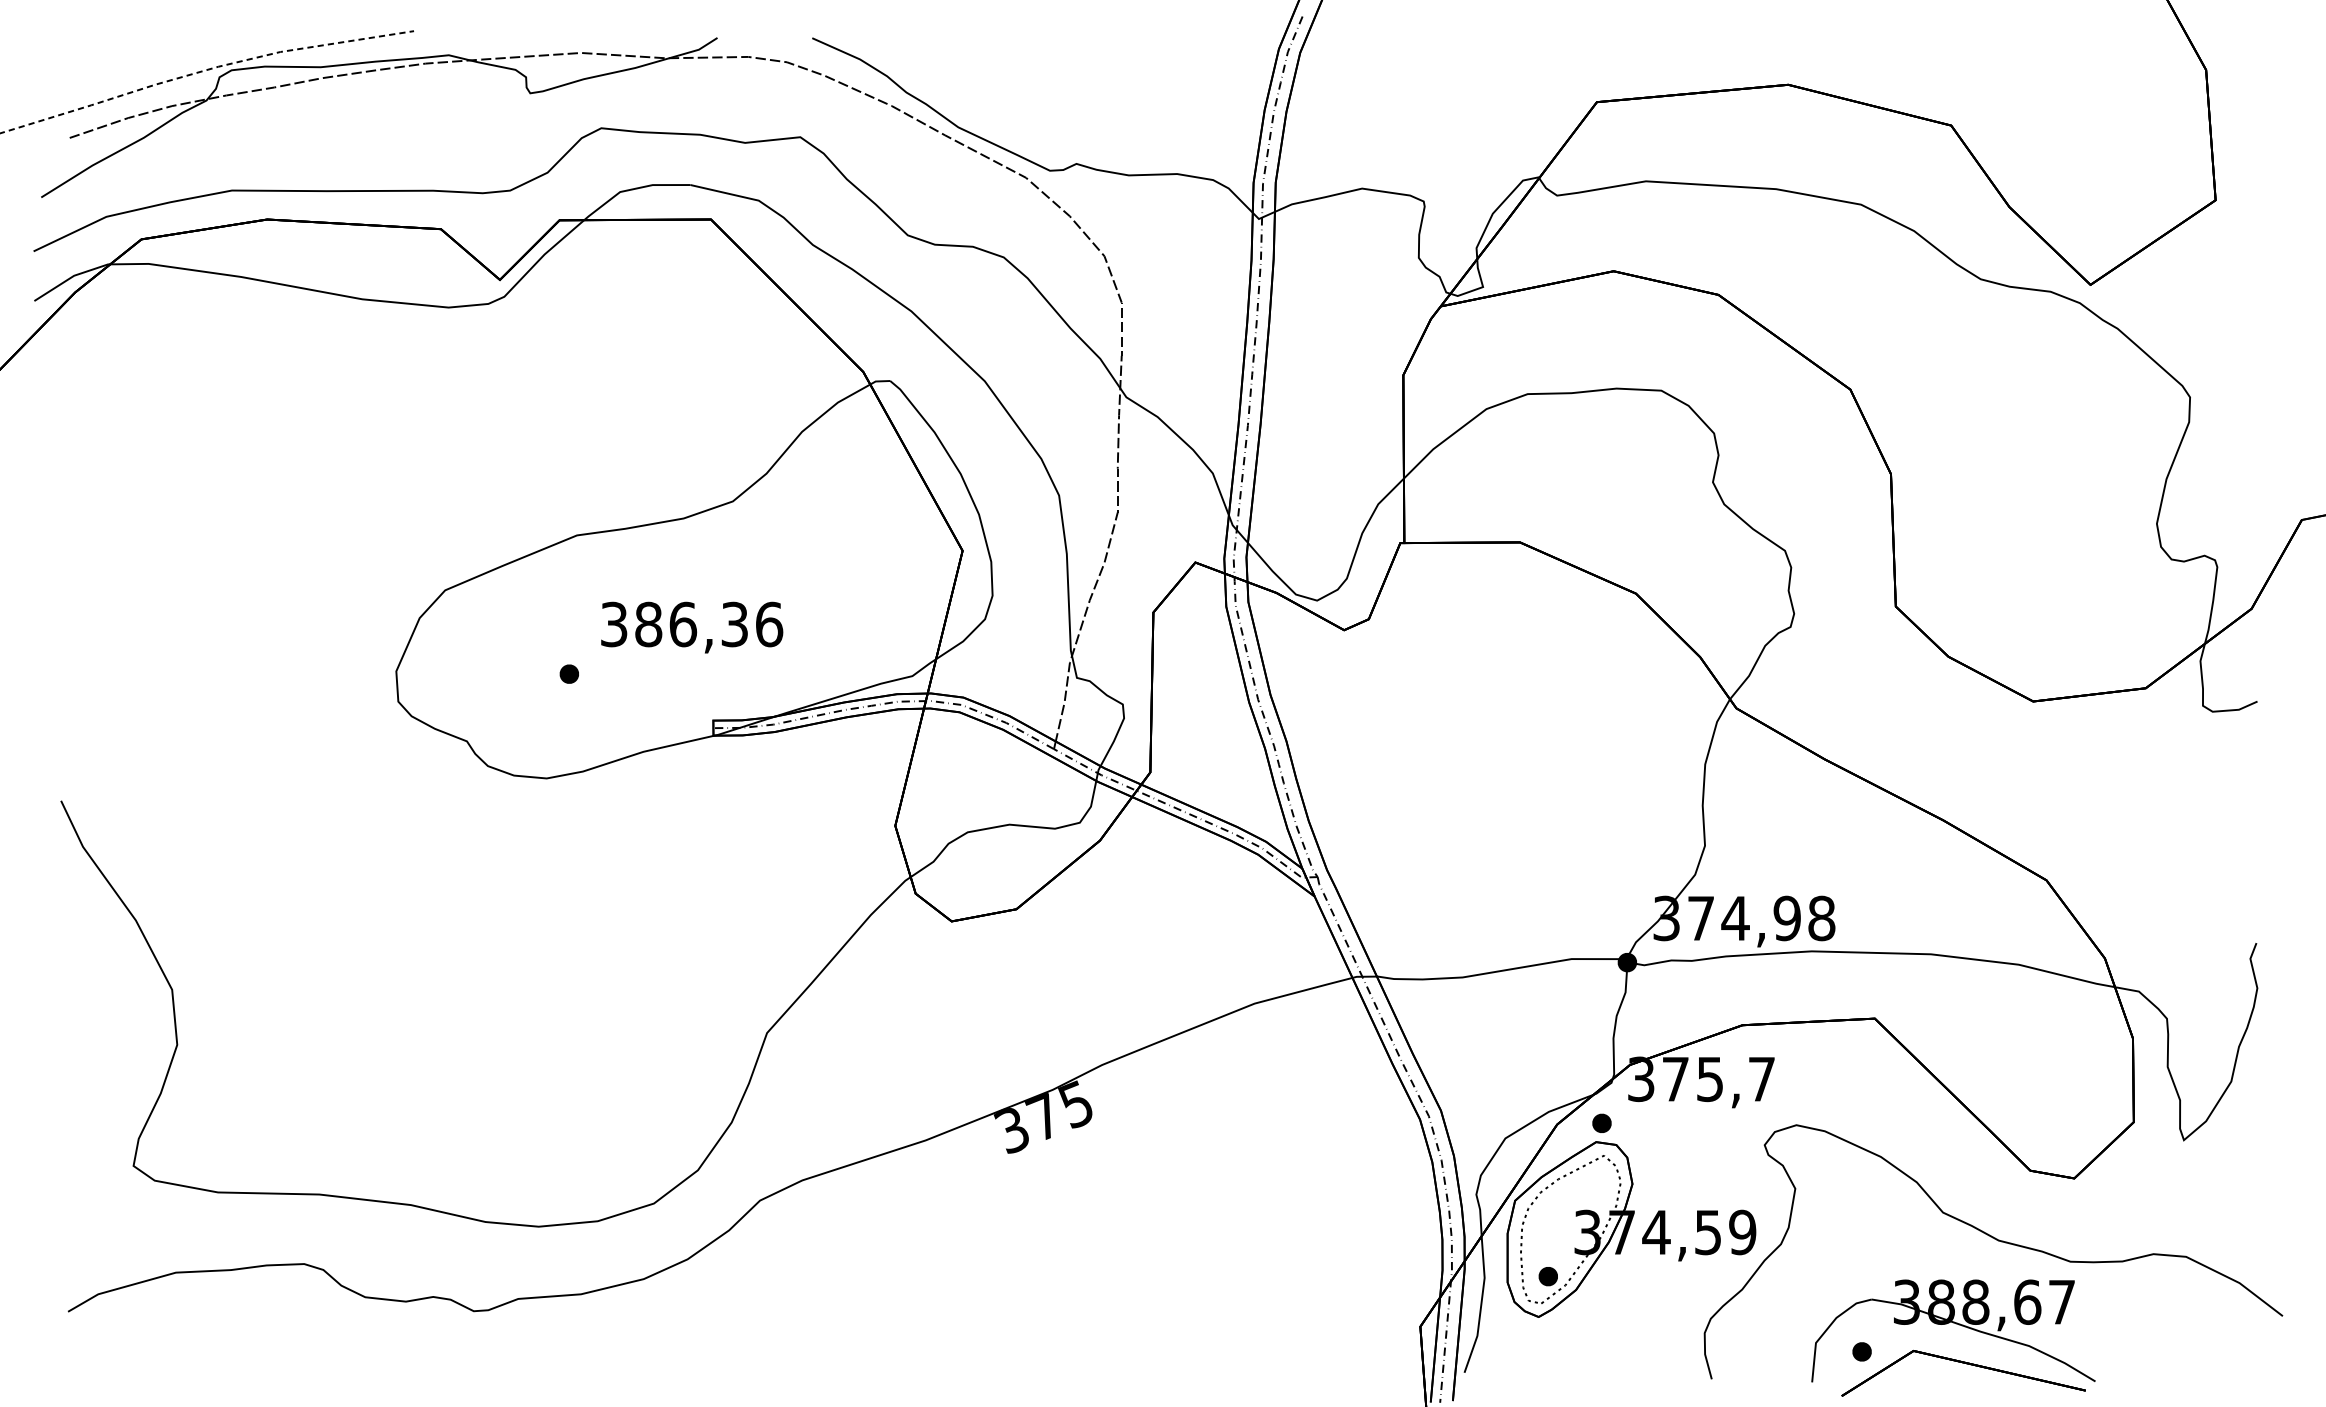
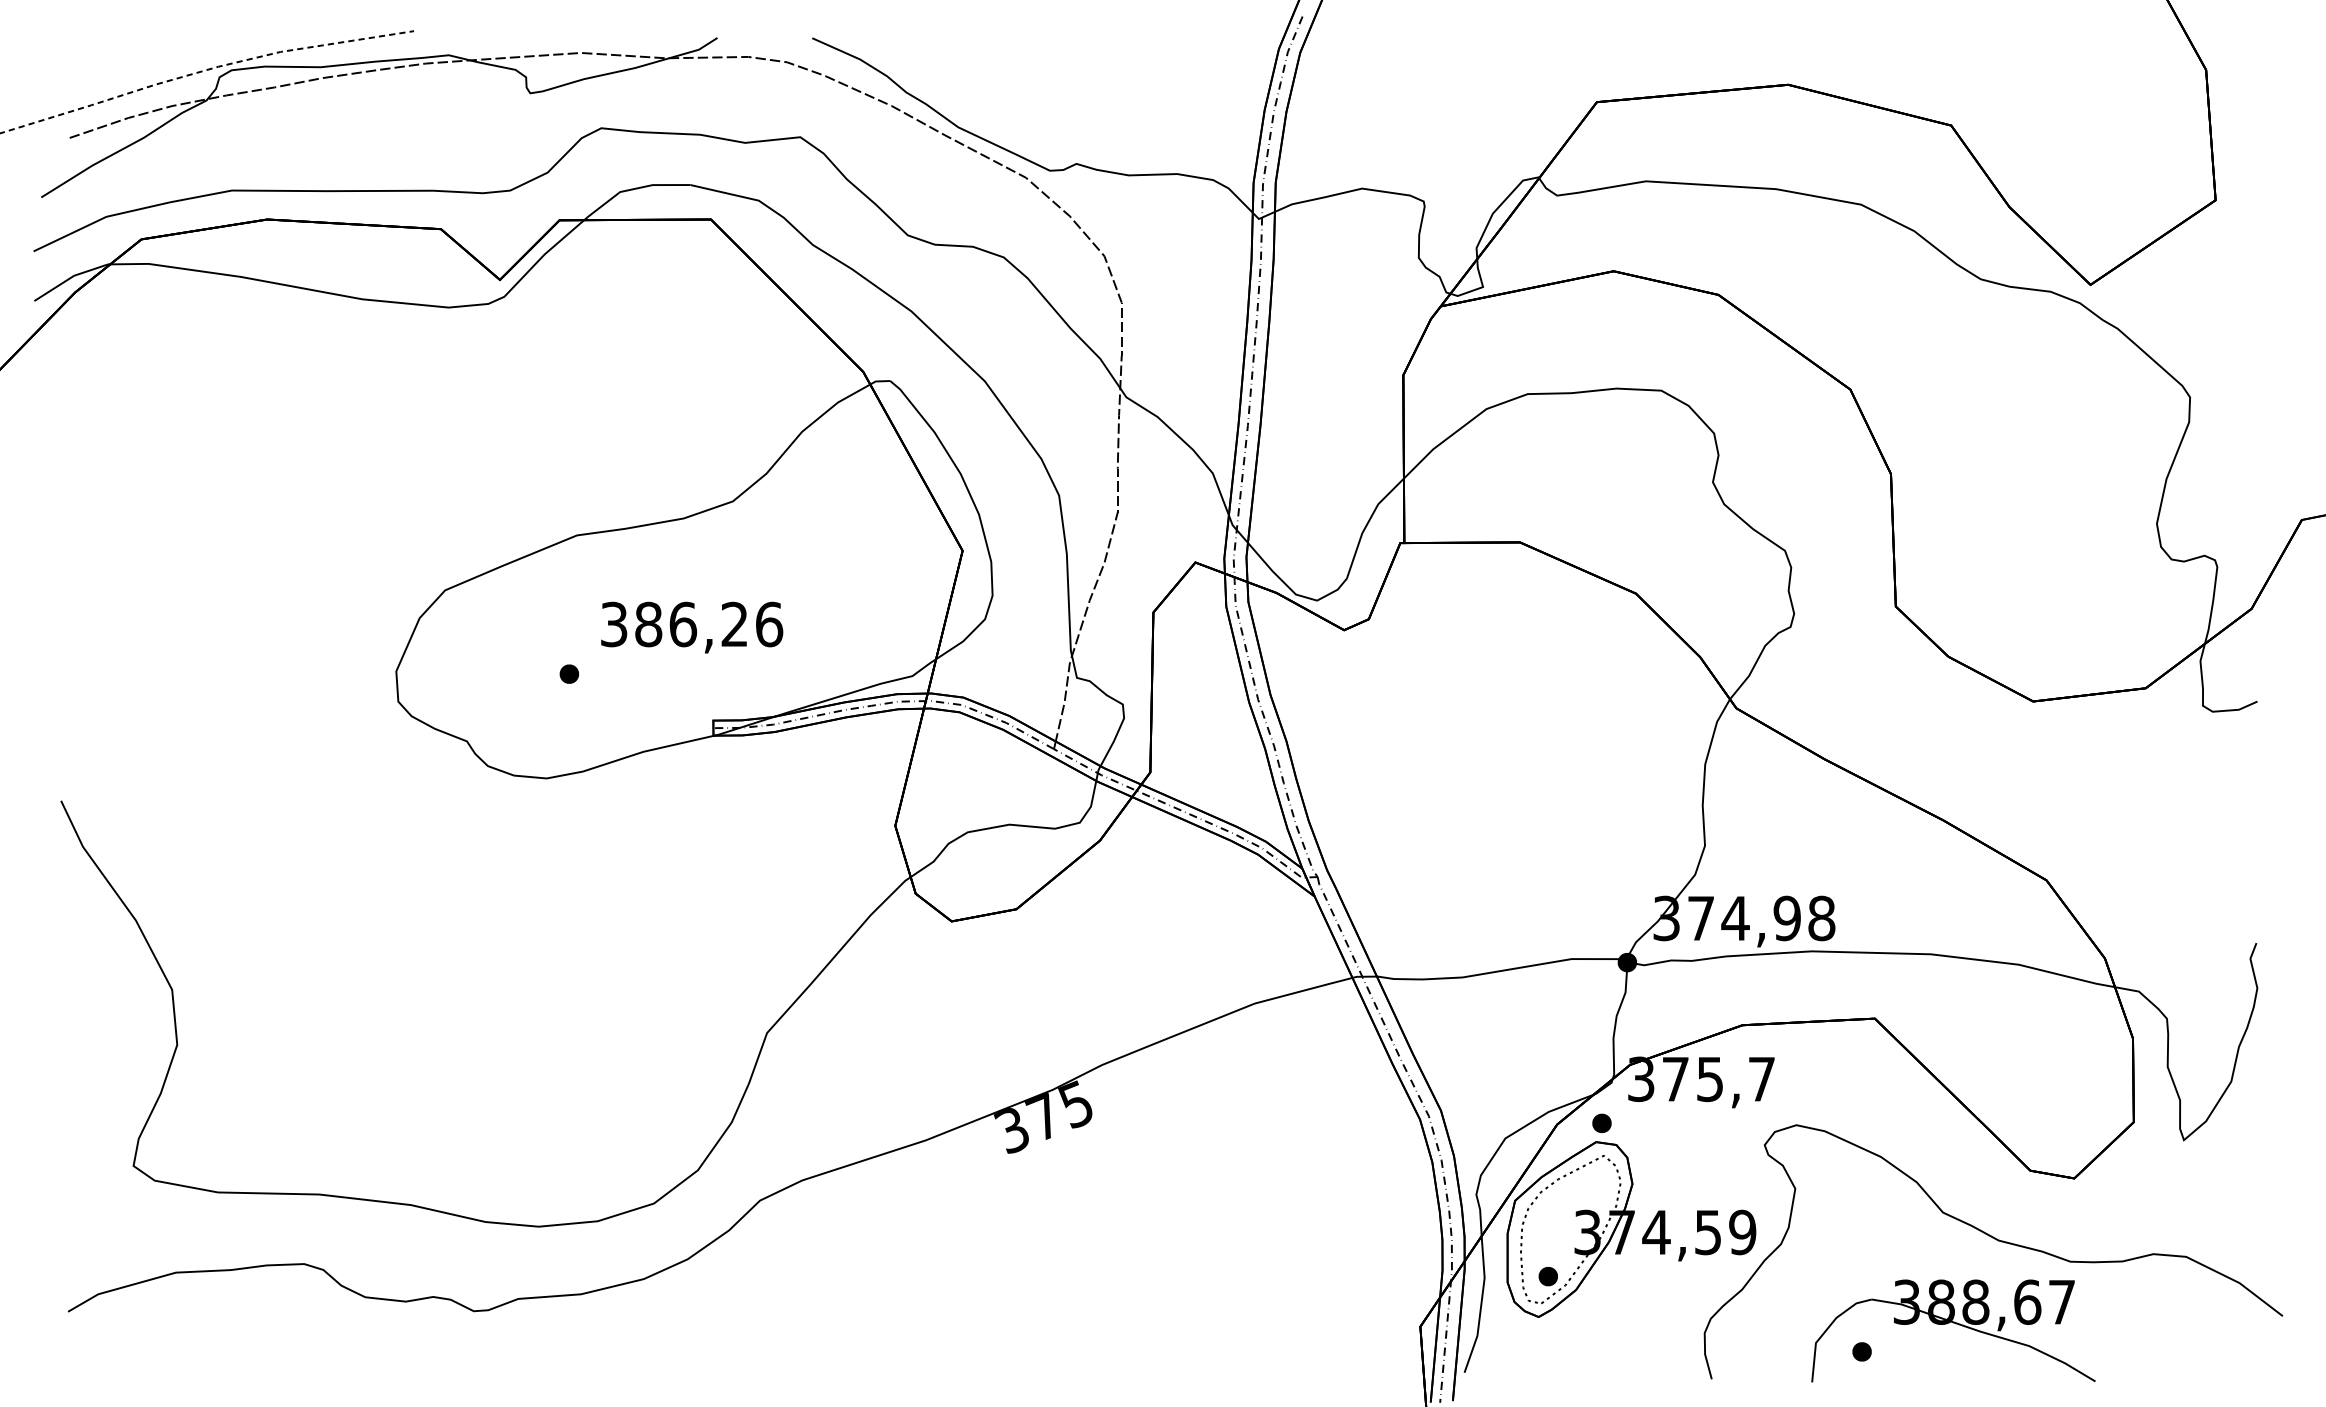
text at (734, 624): 386,36 -> 386,26
part at (1966, 1364): present -> none
